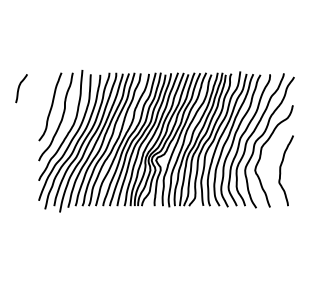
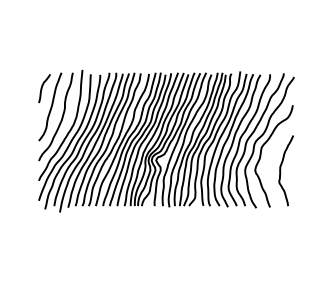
curve at (19, 88) position: (19, 88) -> (42, 88)
